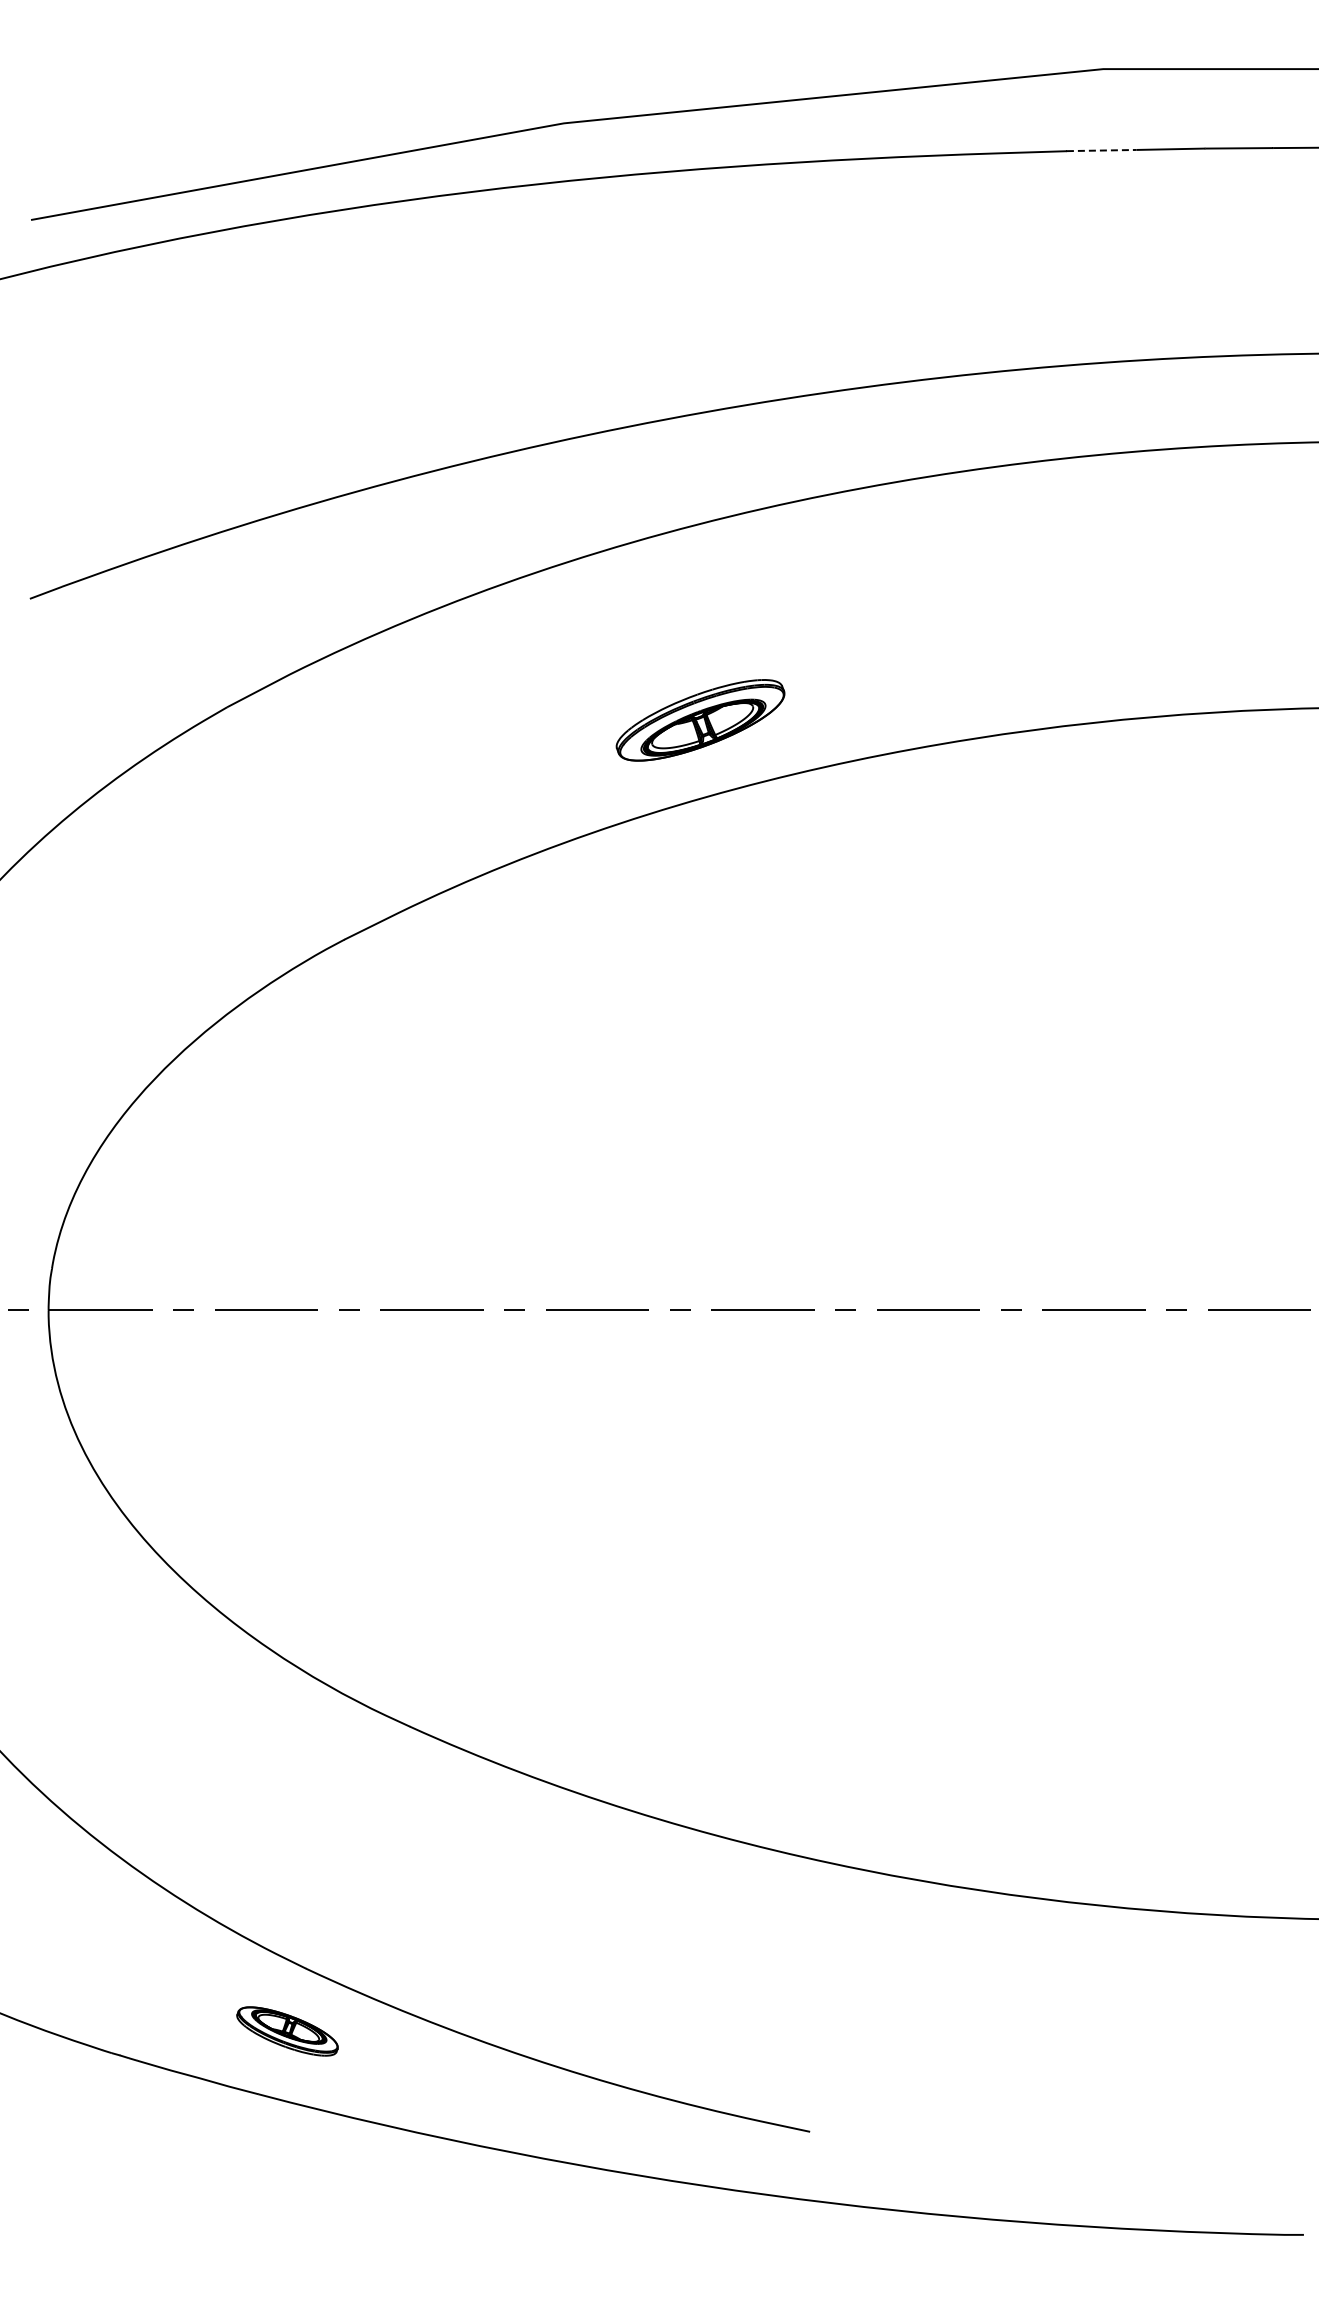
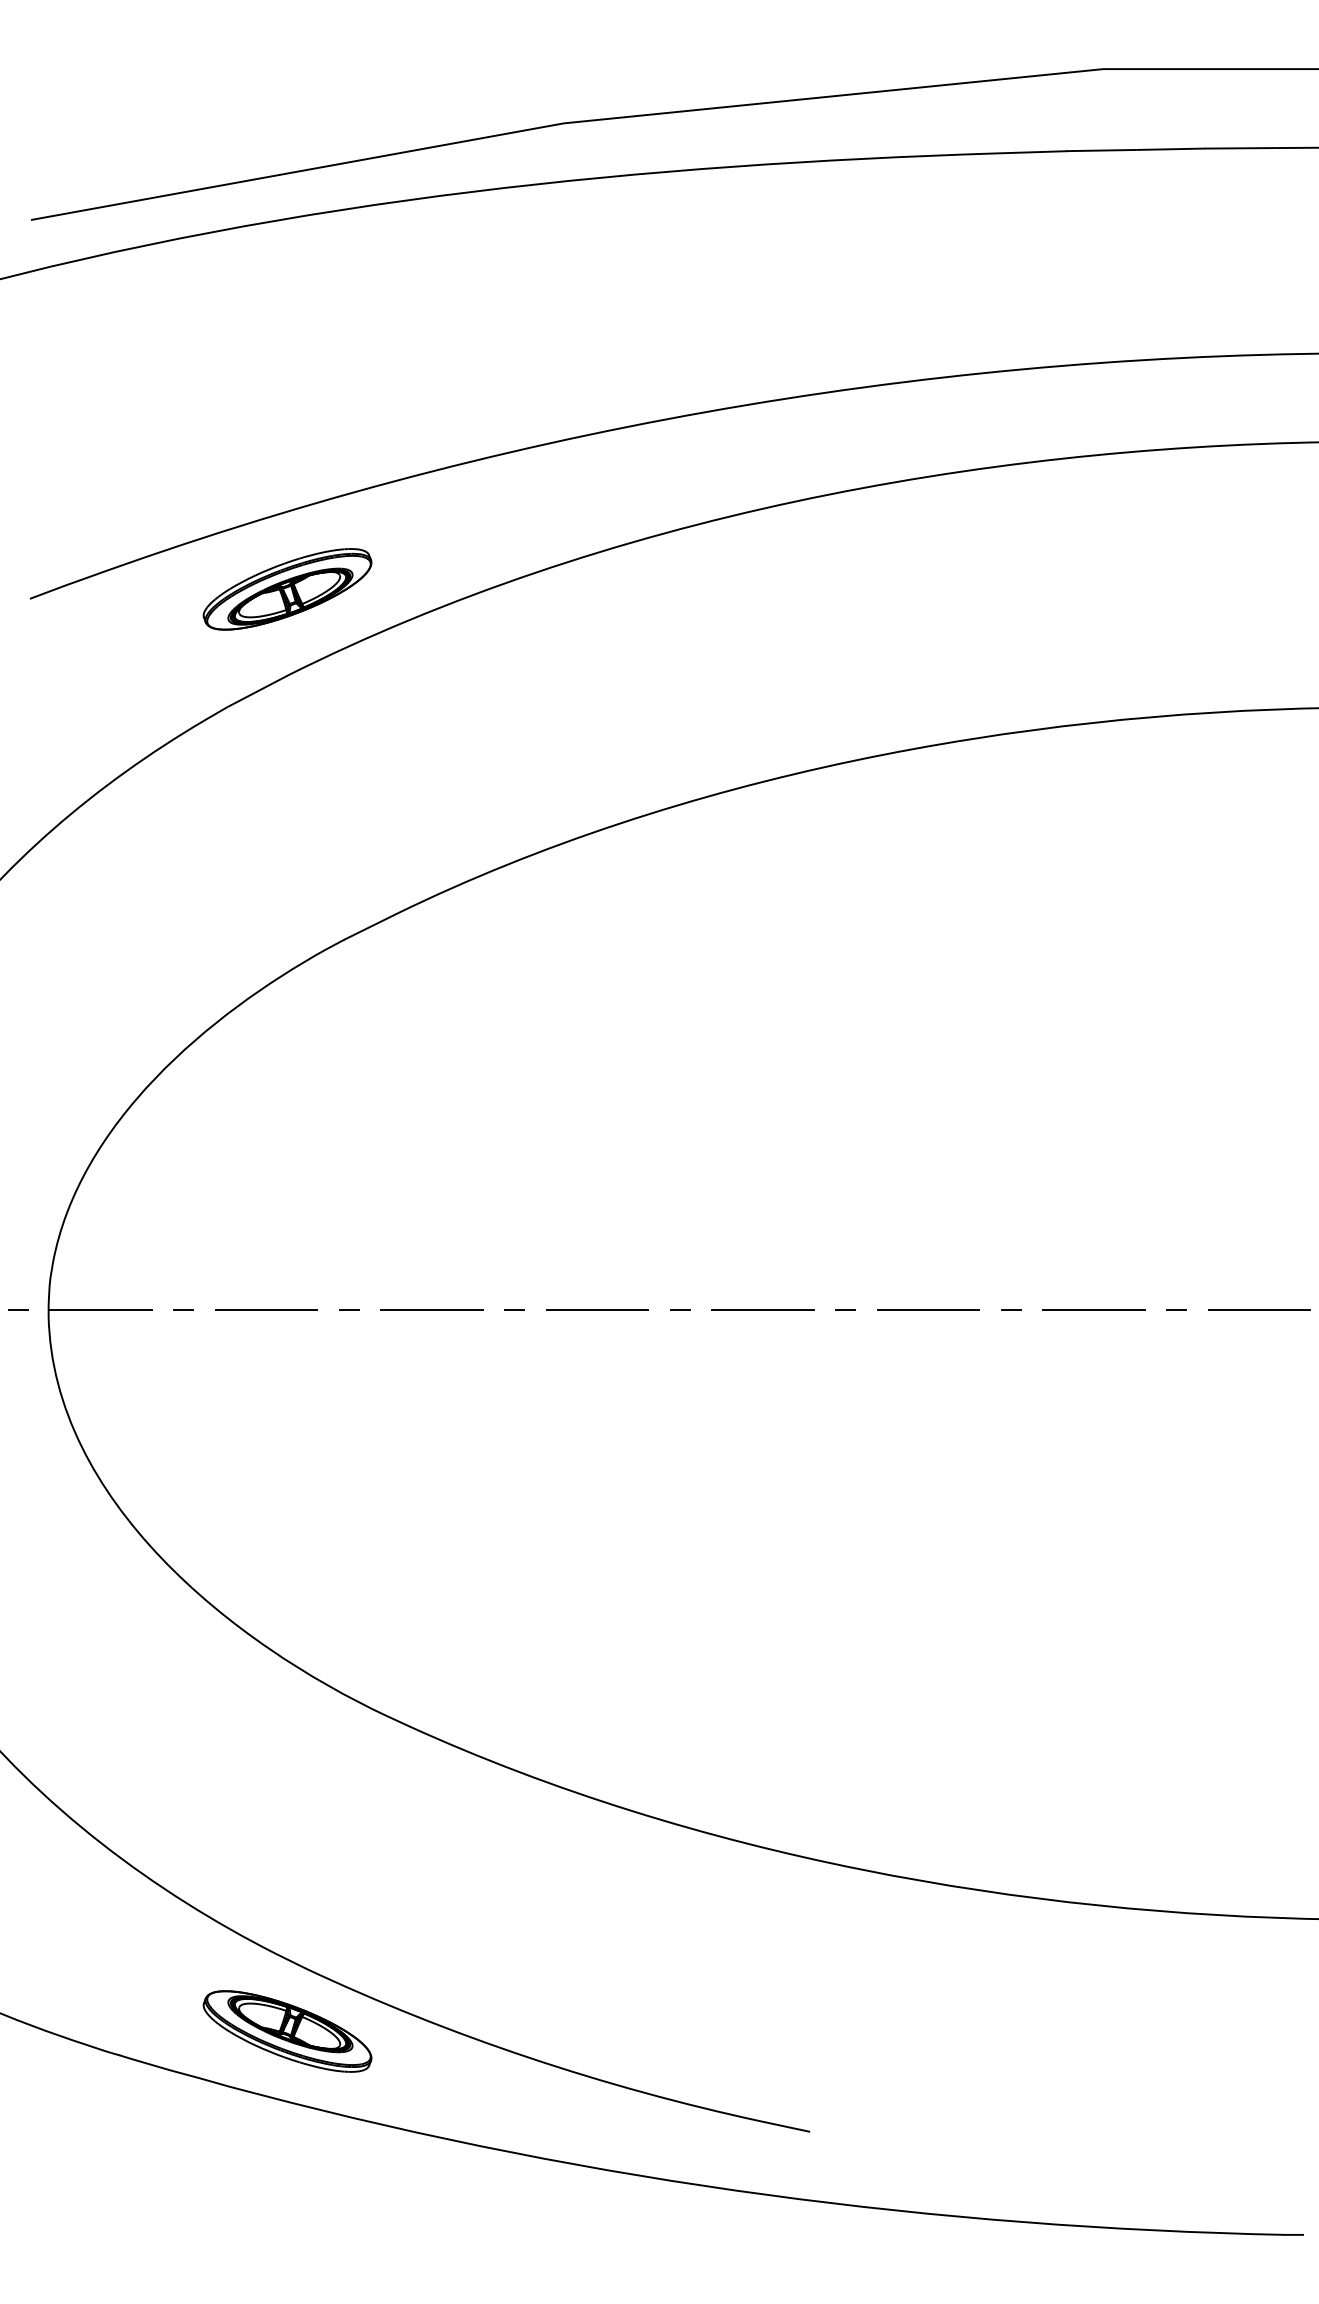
line at (1102, 150): dashed -> solid
part at (700, 720) position: (700, 720) -> (287, 589)
part at (287, 2031) size: 103x51 px -> 171x83 px
